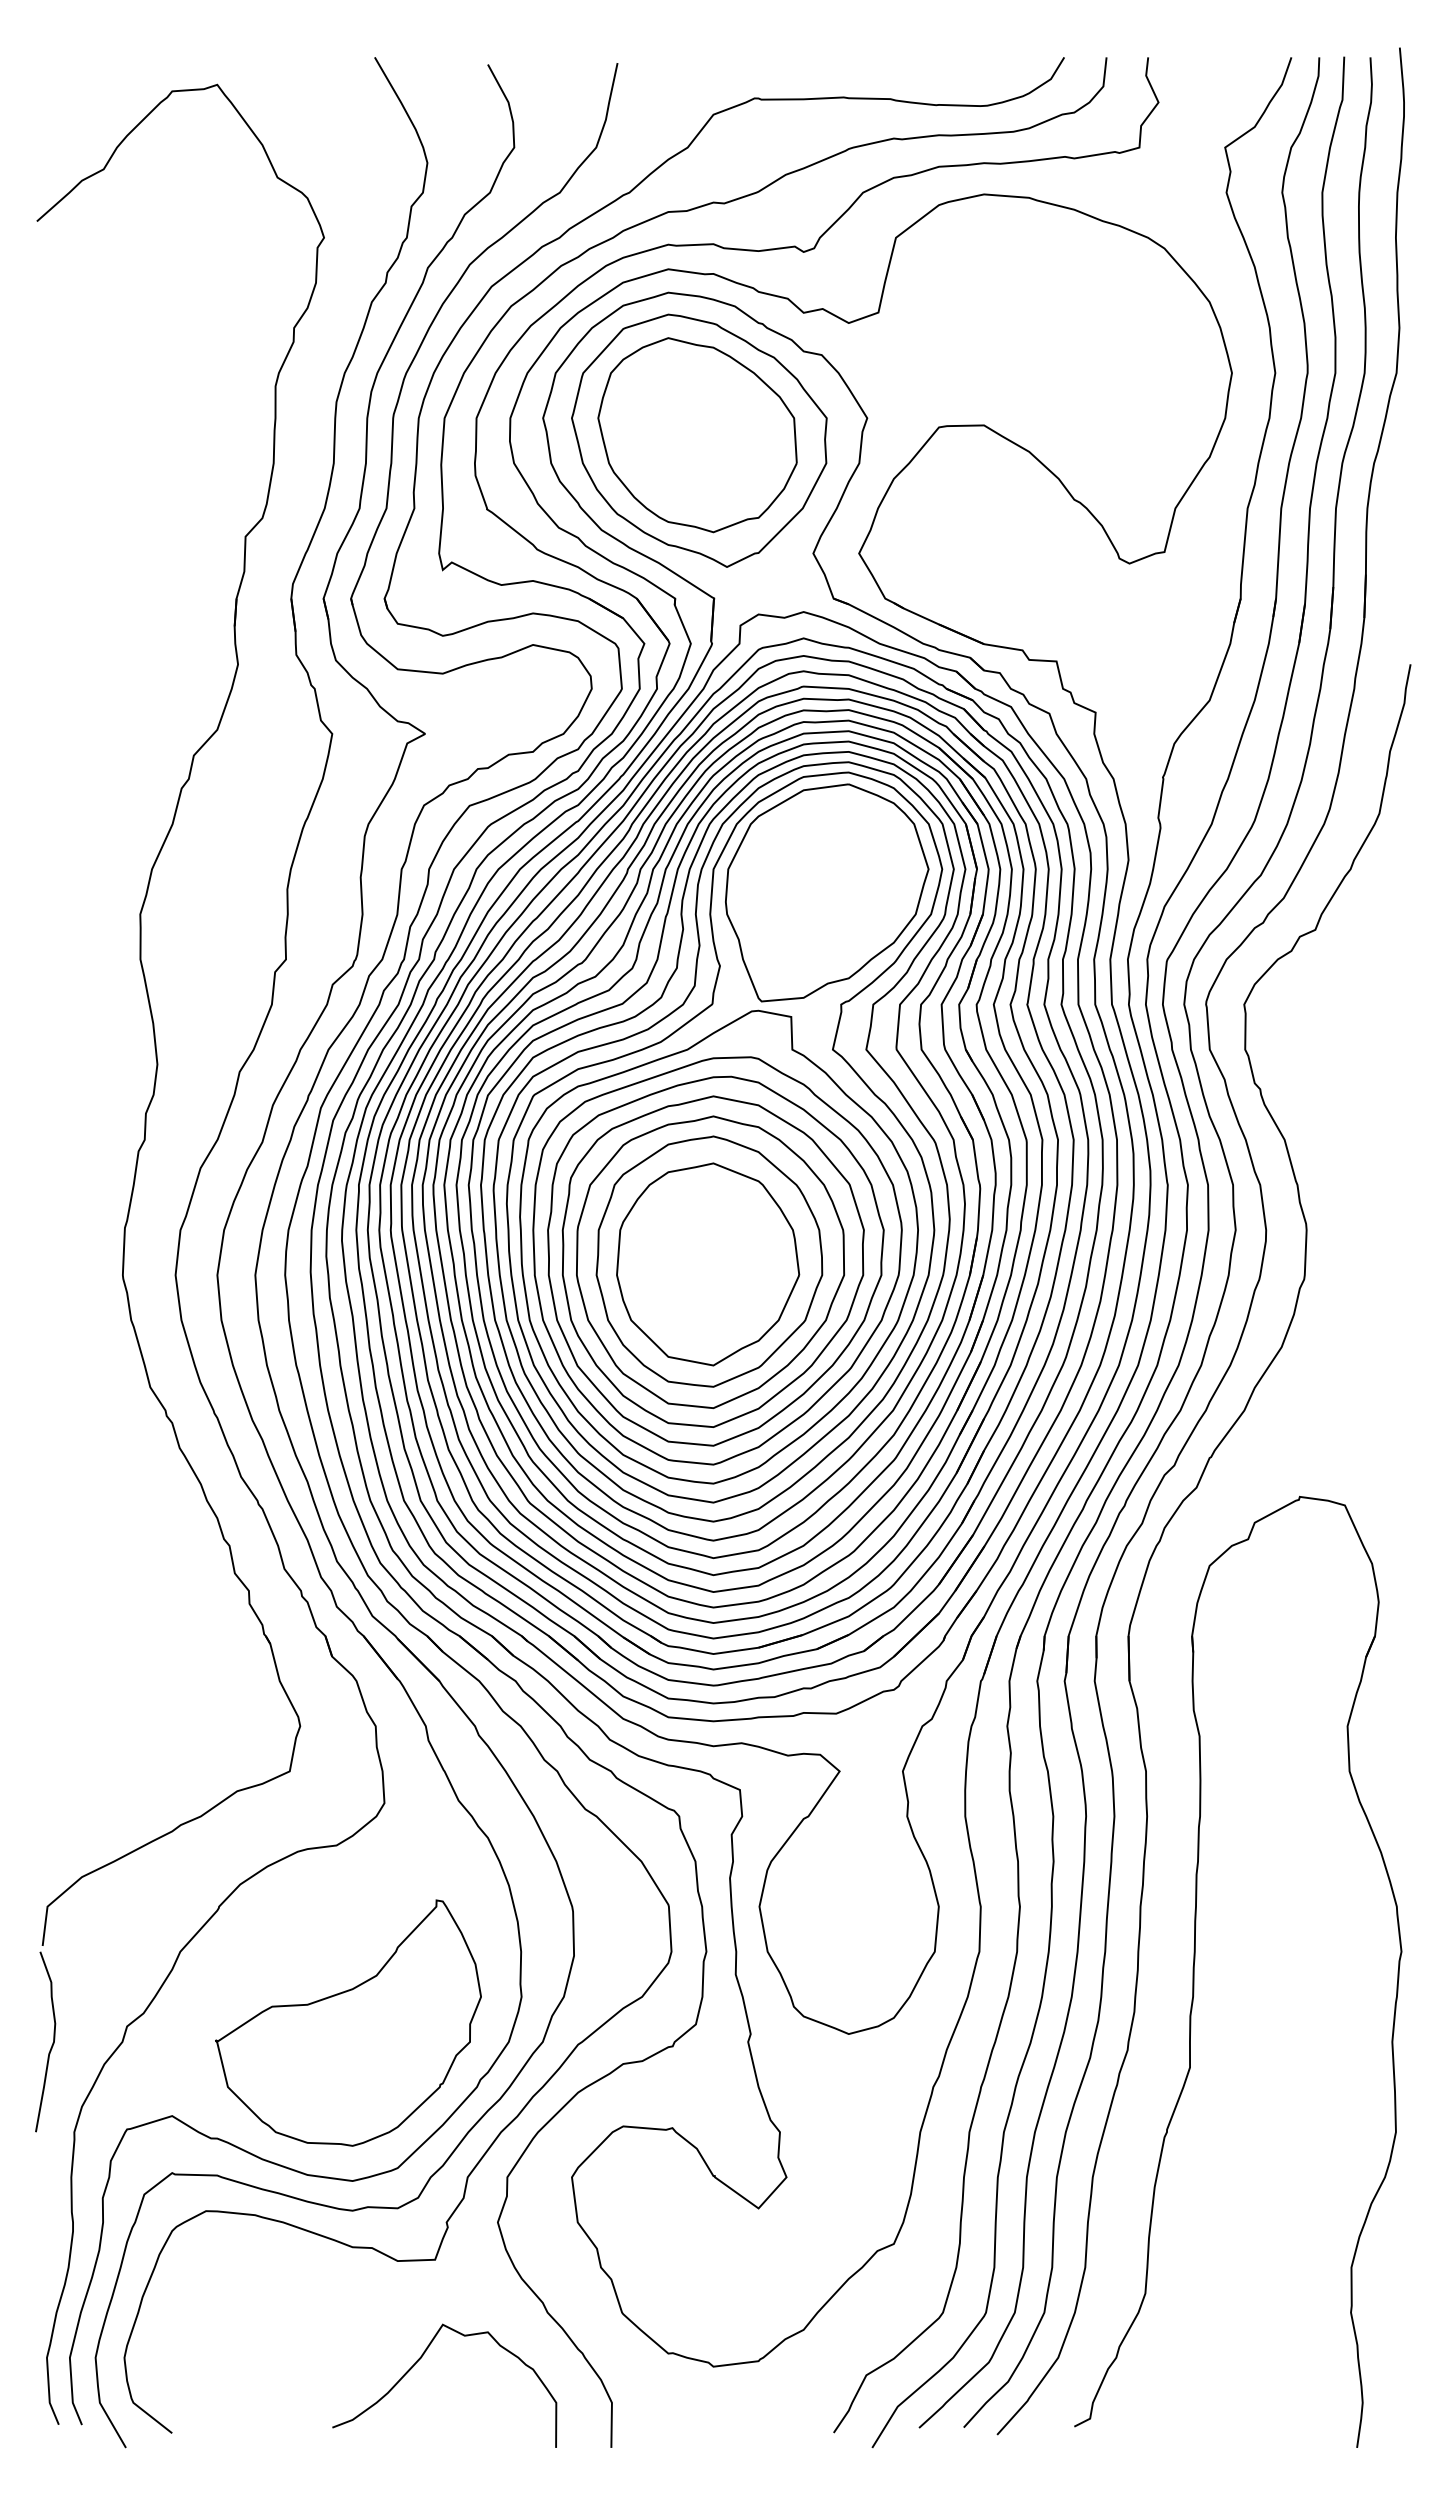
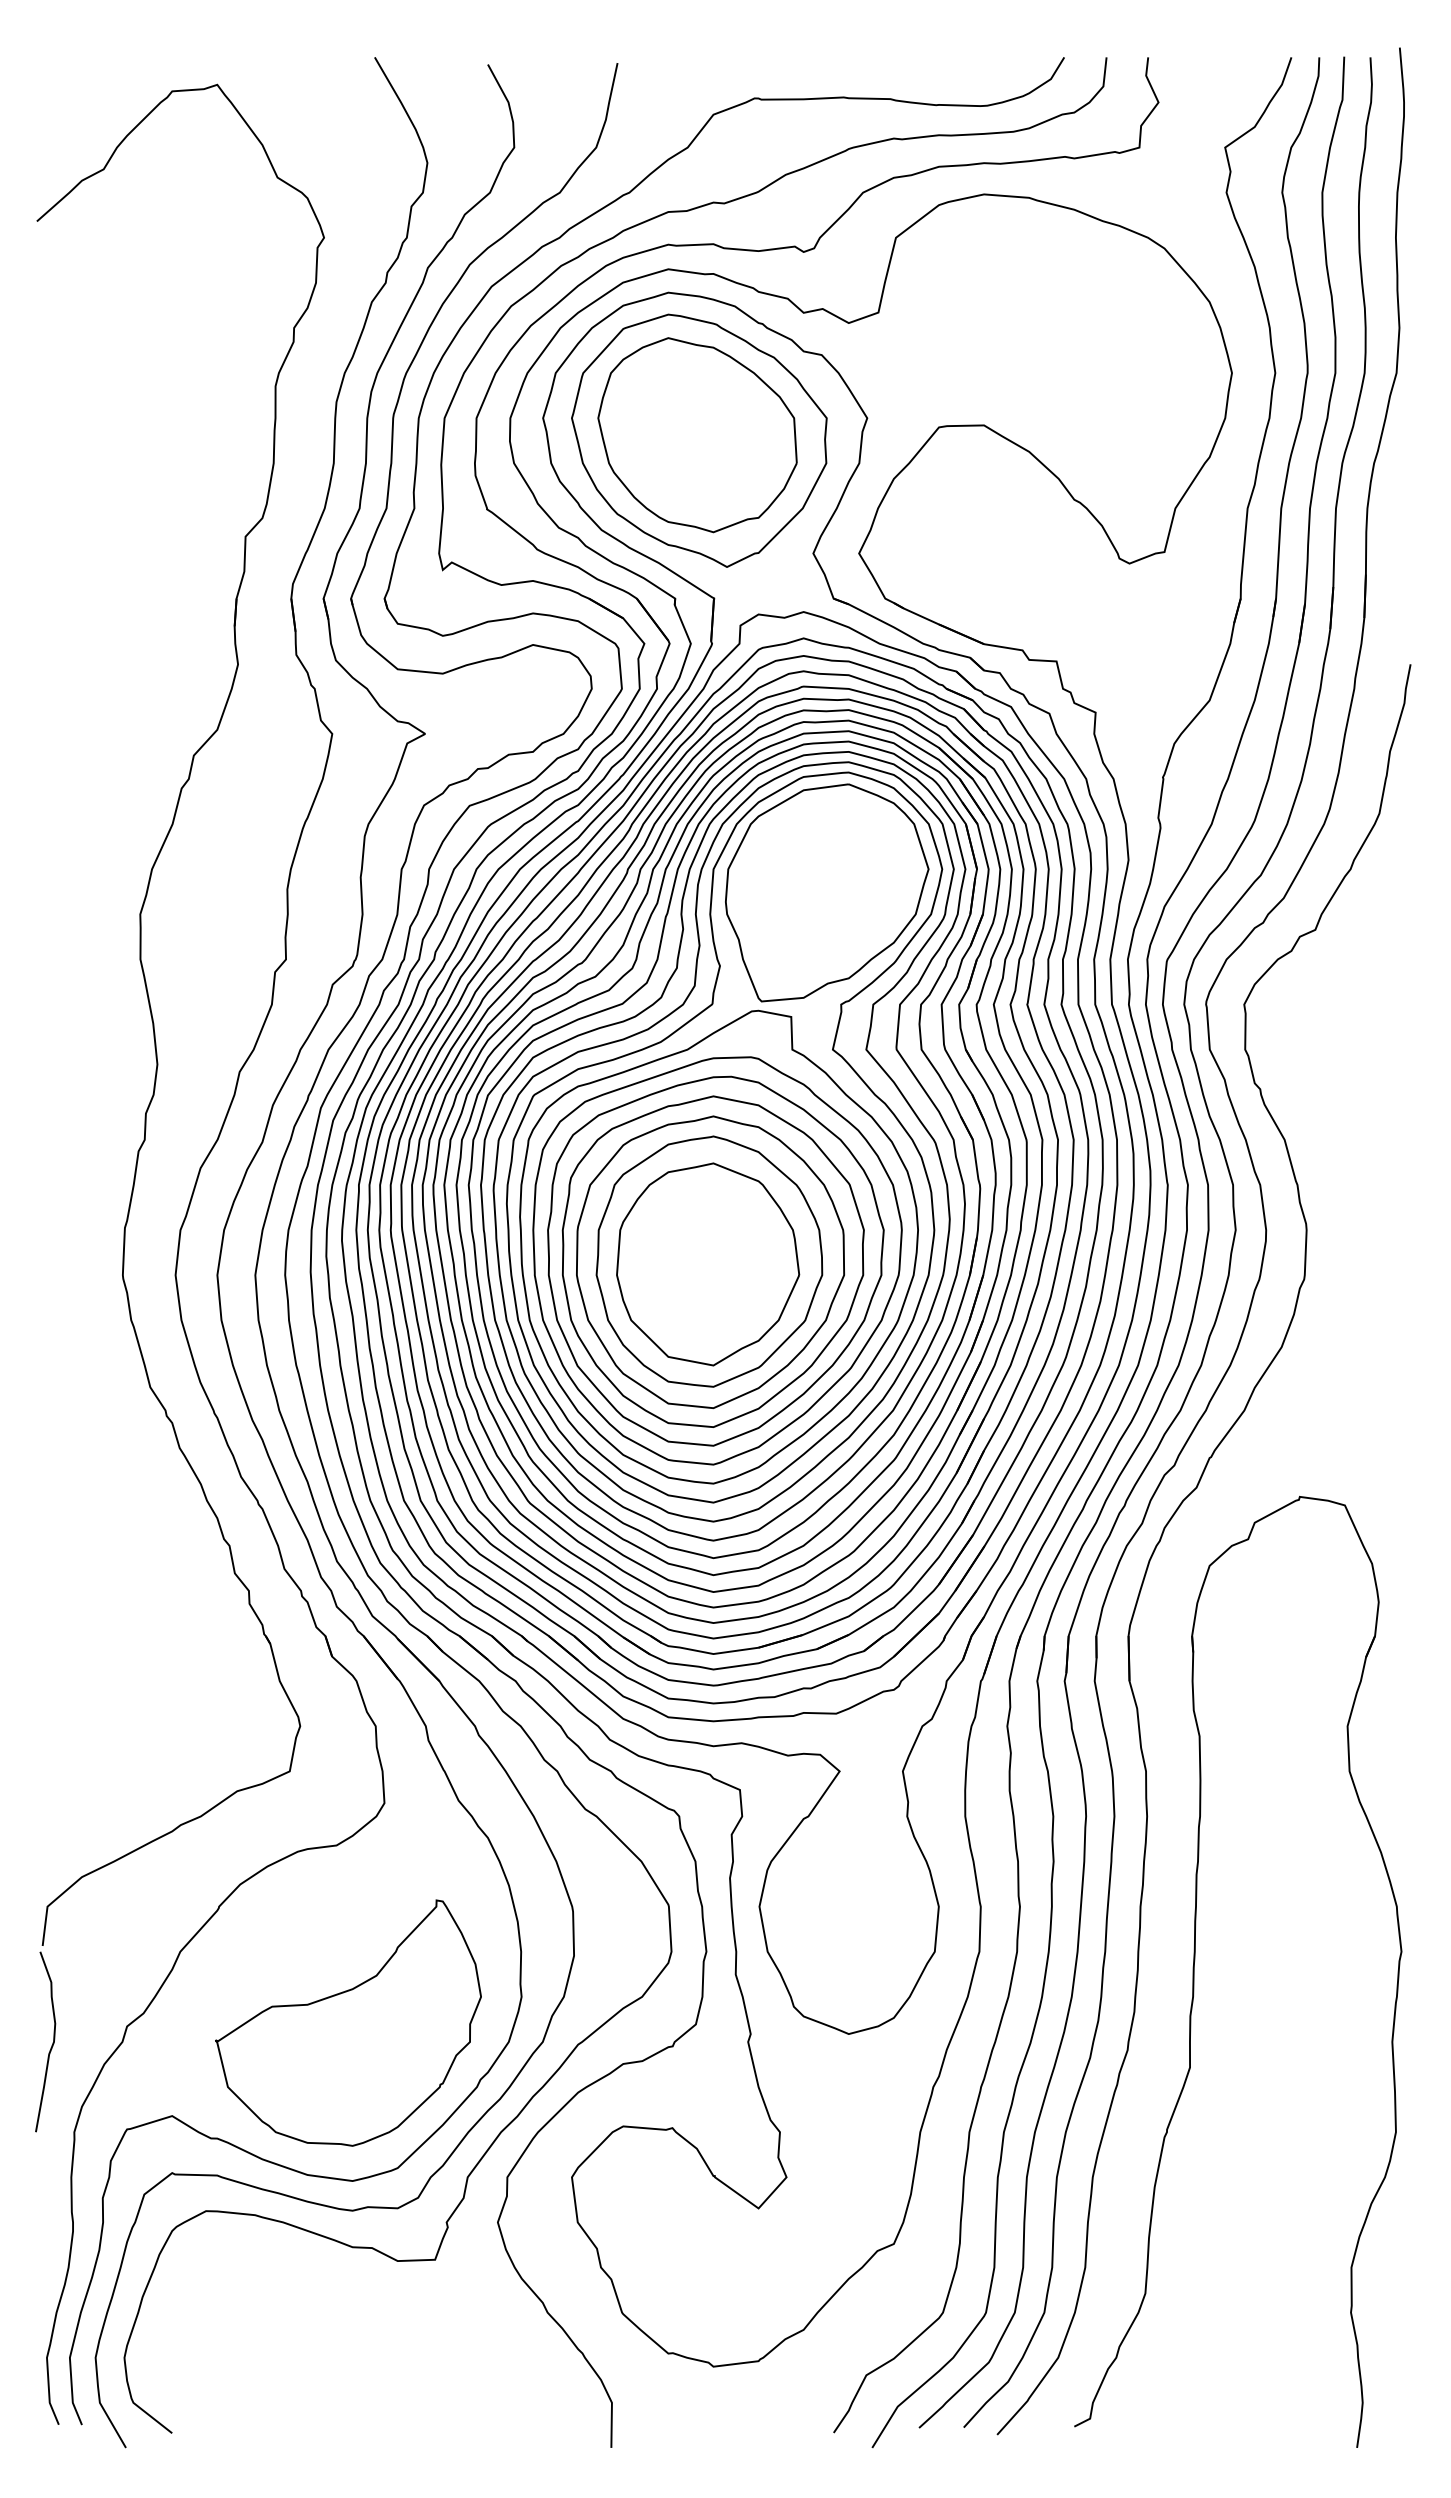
curve at (419, 2360): present -> none
